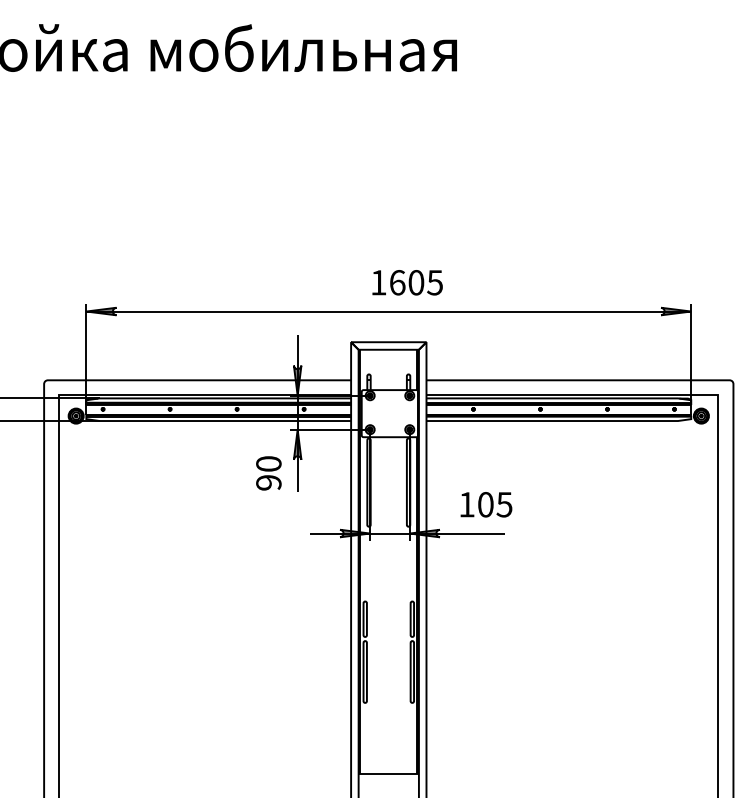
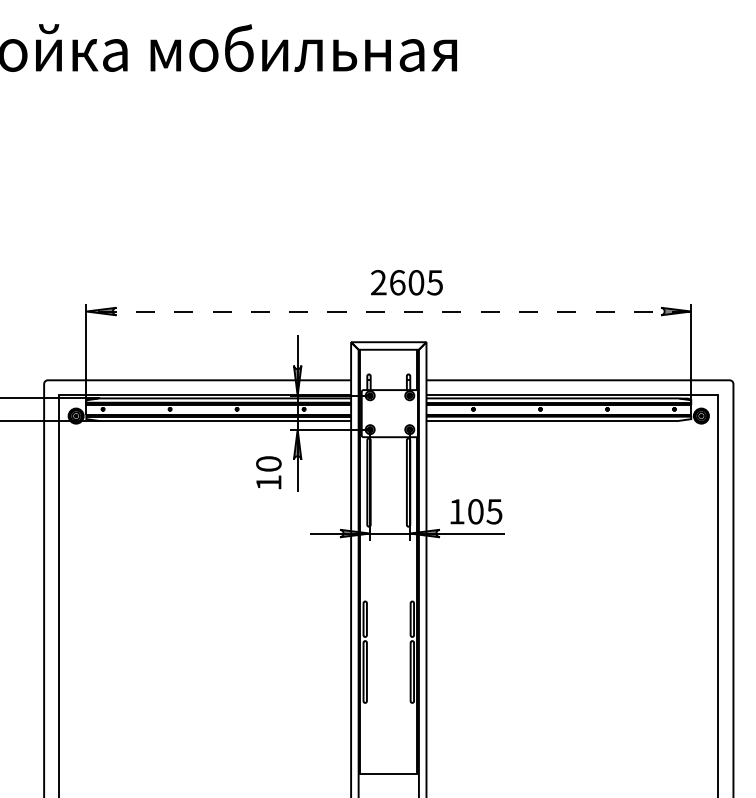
text at (378, 282): 1605 -> 2605
line at (388, 311): solid -> dashed
text at (268, 482): 90 -> 10
text at (486, 504) position: (486, 504) -> (476, 511)
